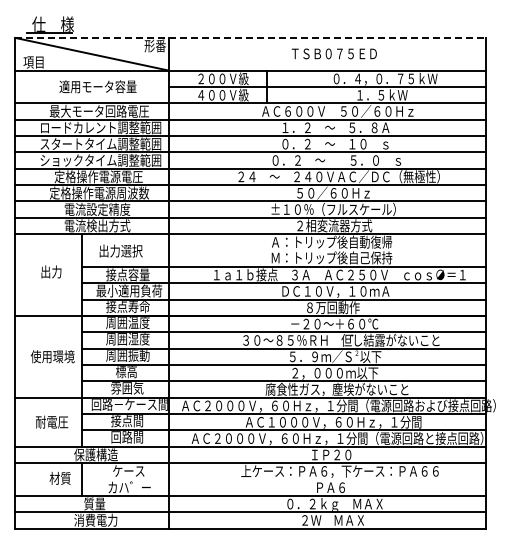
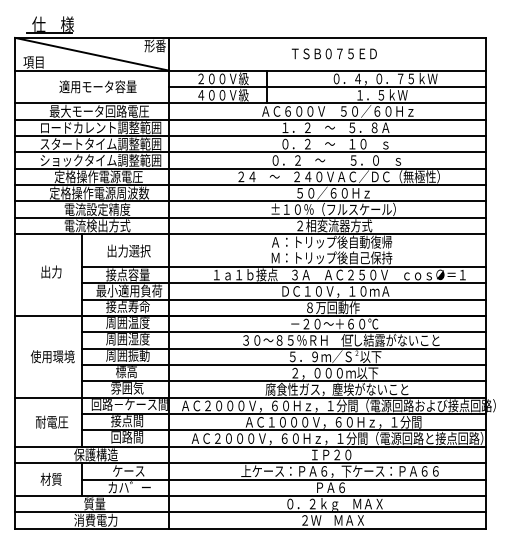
line at (250, 37): dashed -> solid
text at (120, 250) position: (120, 250) -> (128, 250)
text at (59, 477) position: (59, 477) -> (50, 478)
line at (284, 479): none -> present
